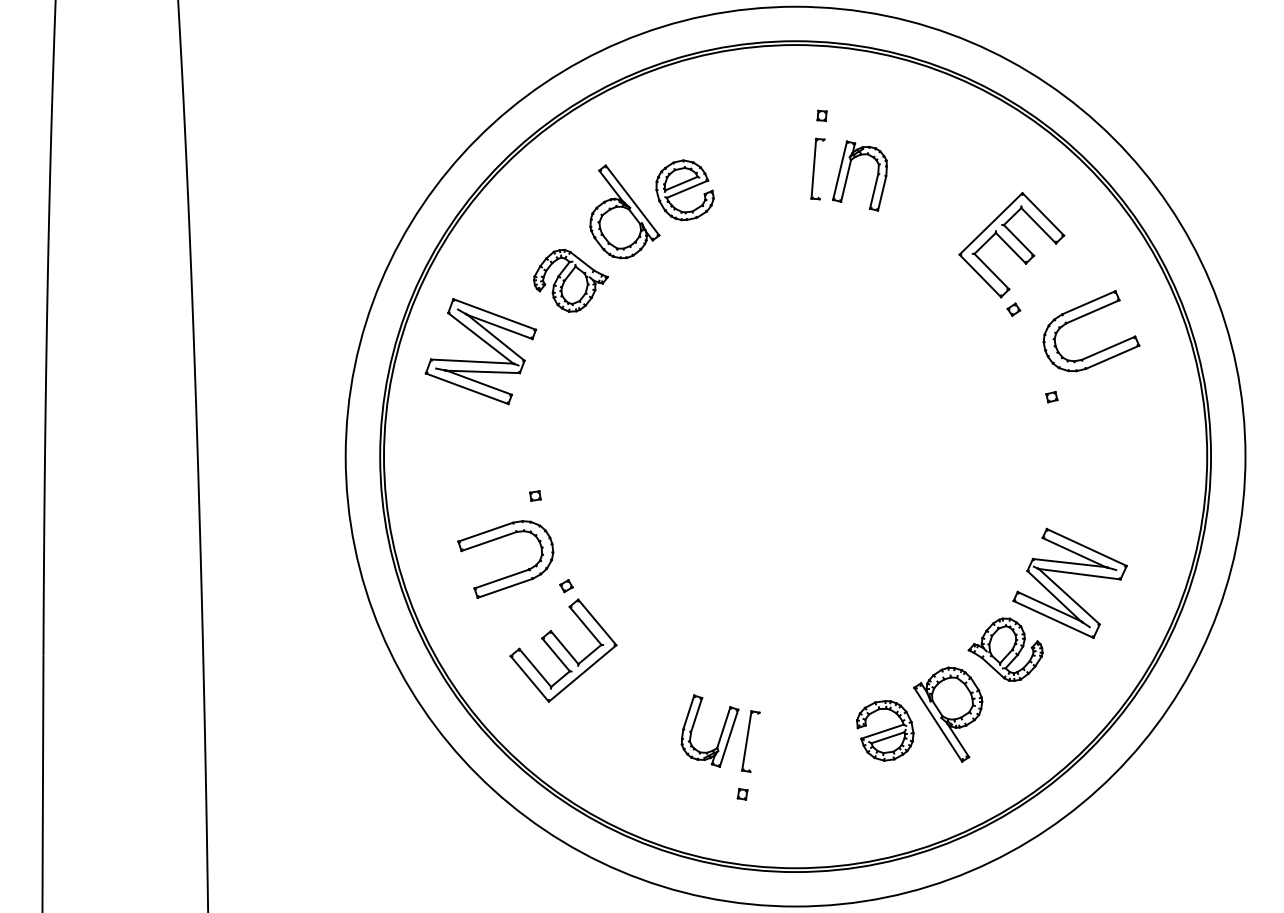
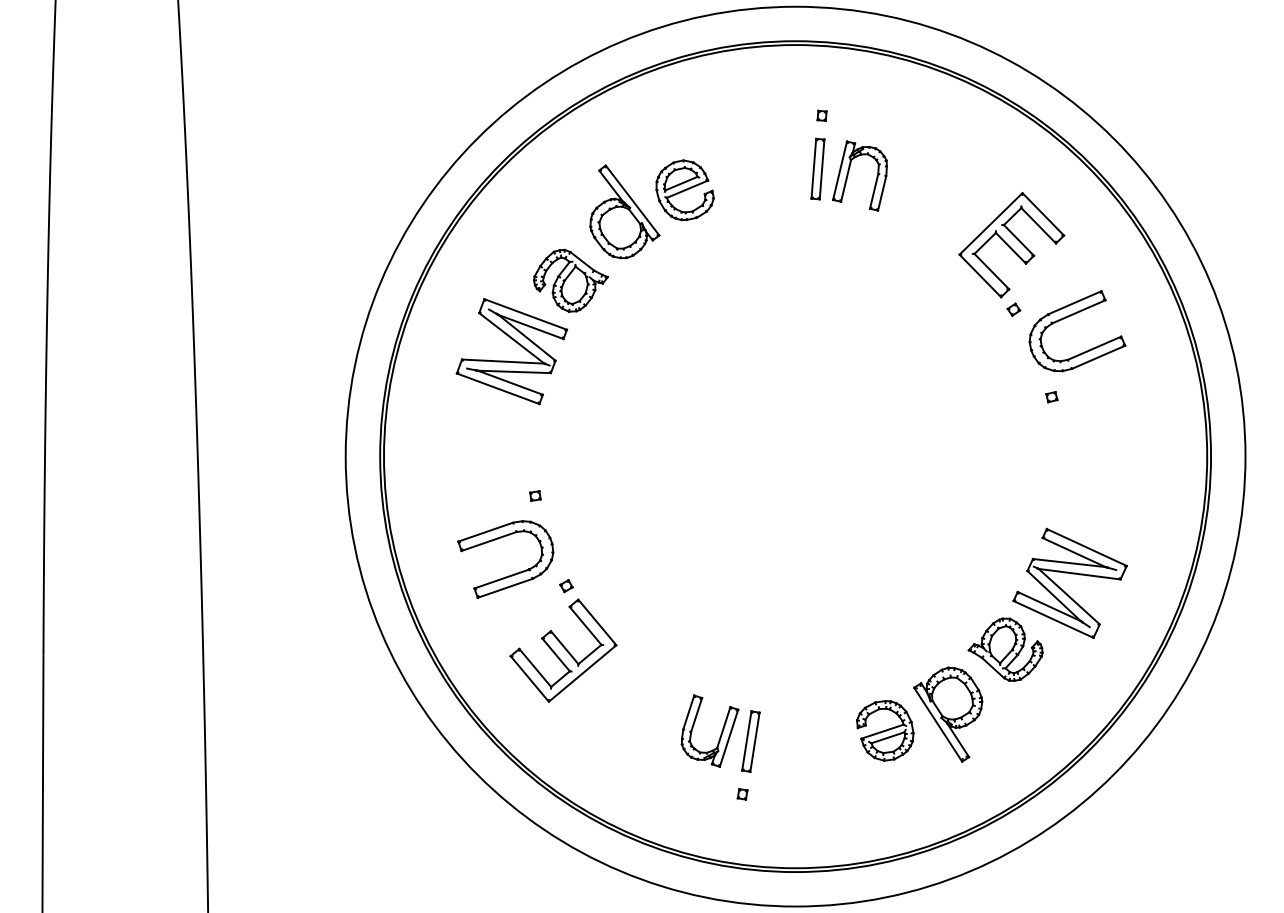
line at (821, 169): none -> present
part at (1087, 315) position: (1087, 315) -> (1073, 315)
part at (485, 343) position: (485, 343) -> (516, 343)
line at (754, 741): none -> present
